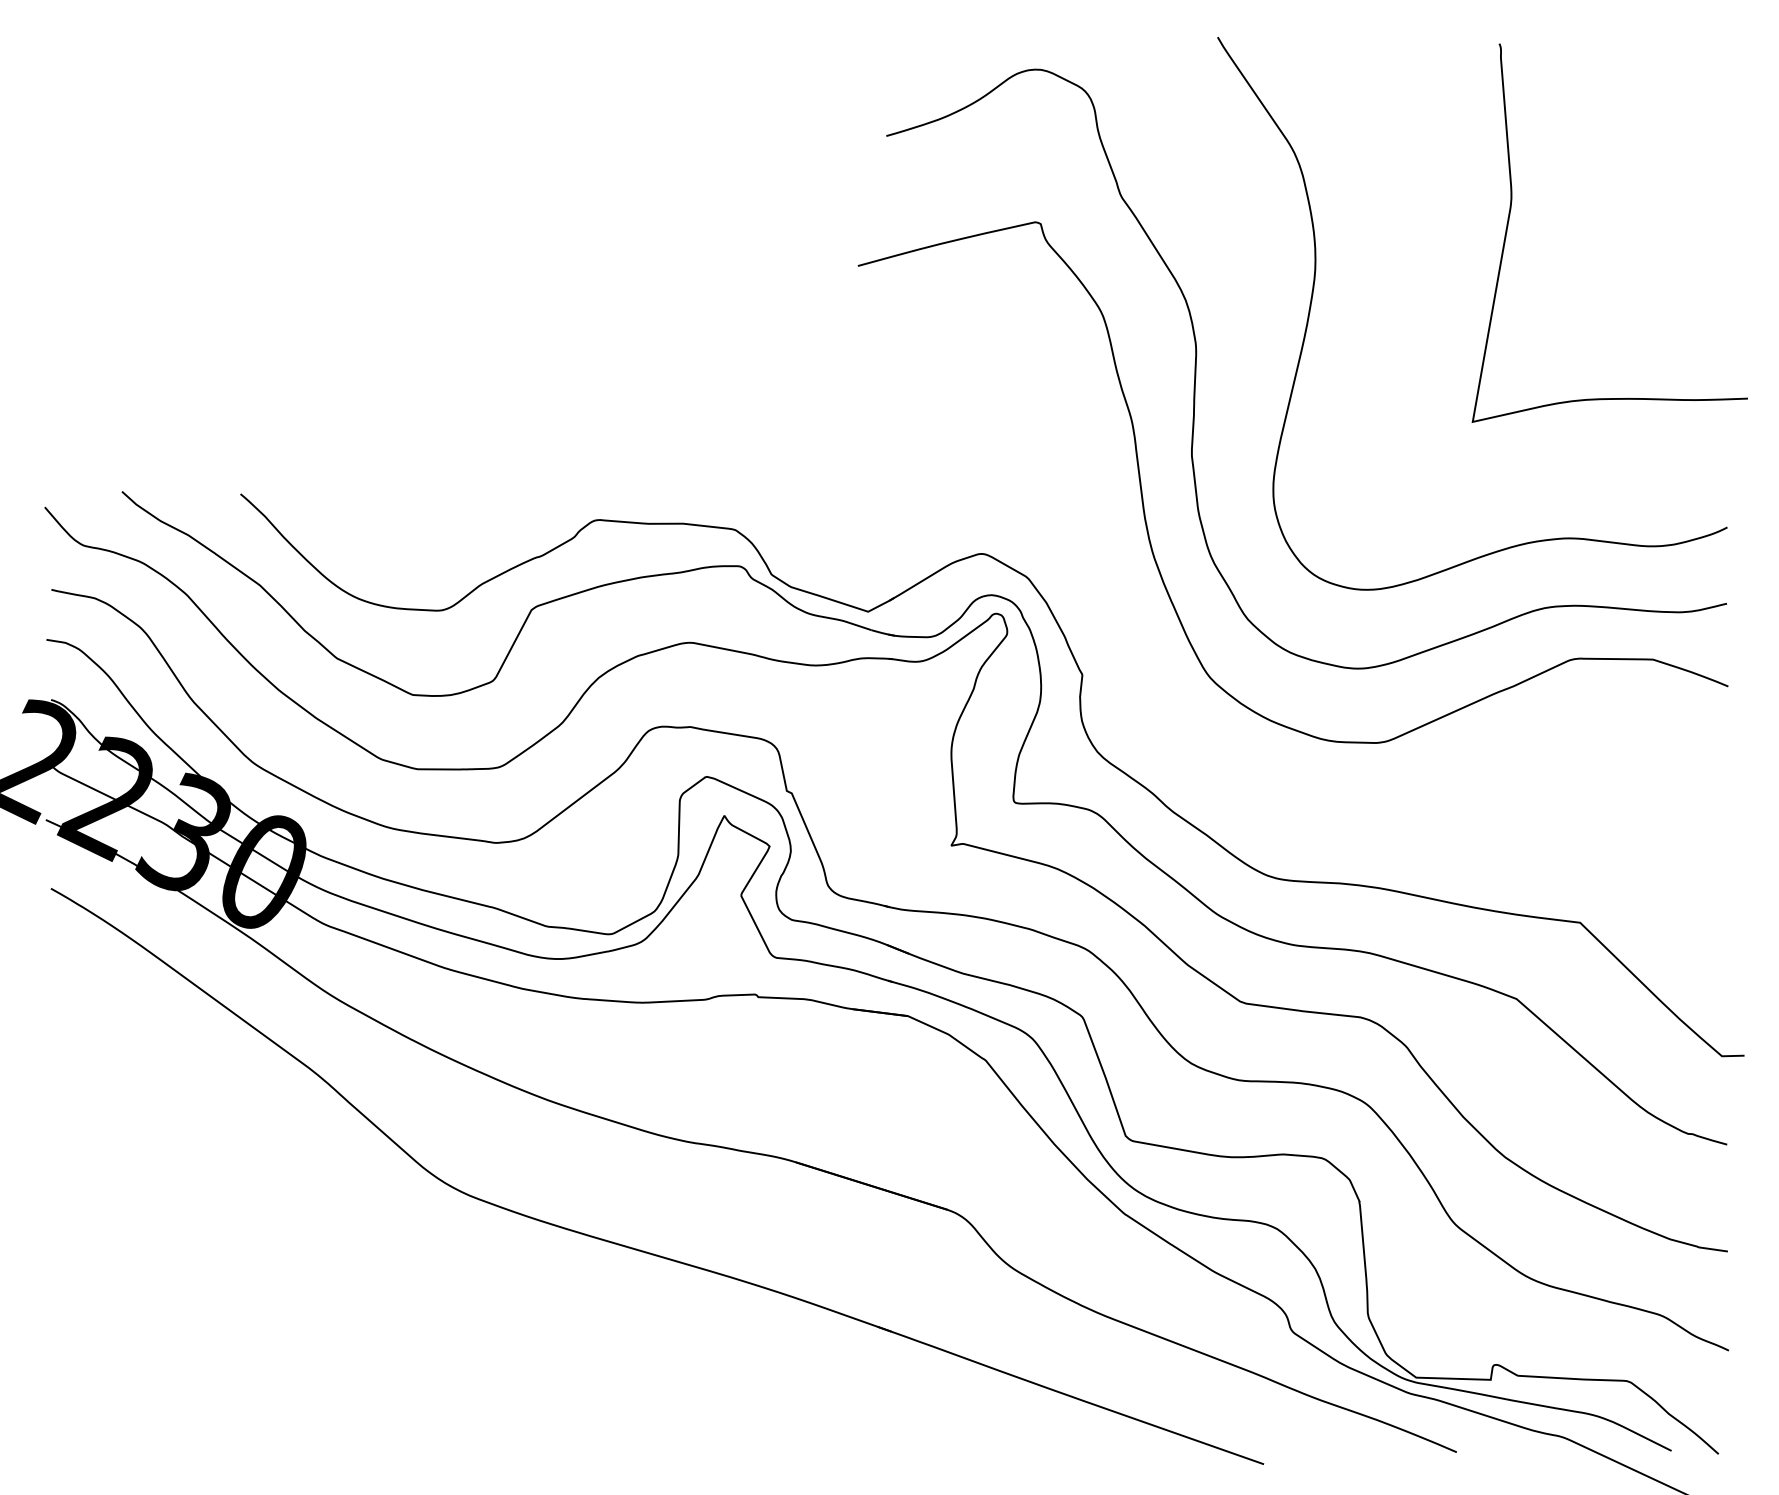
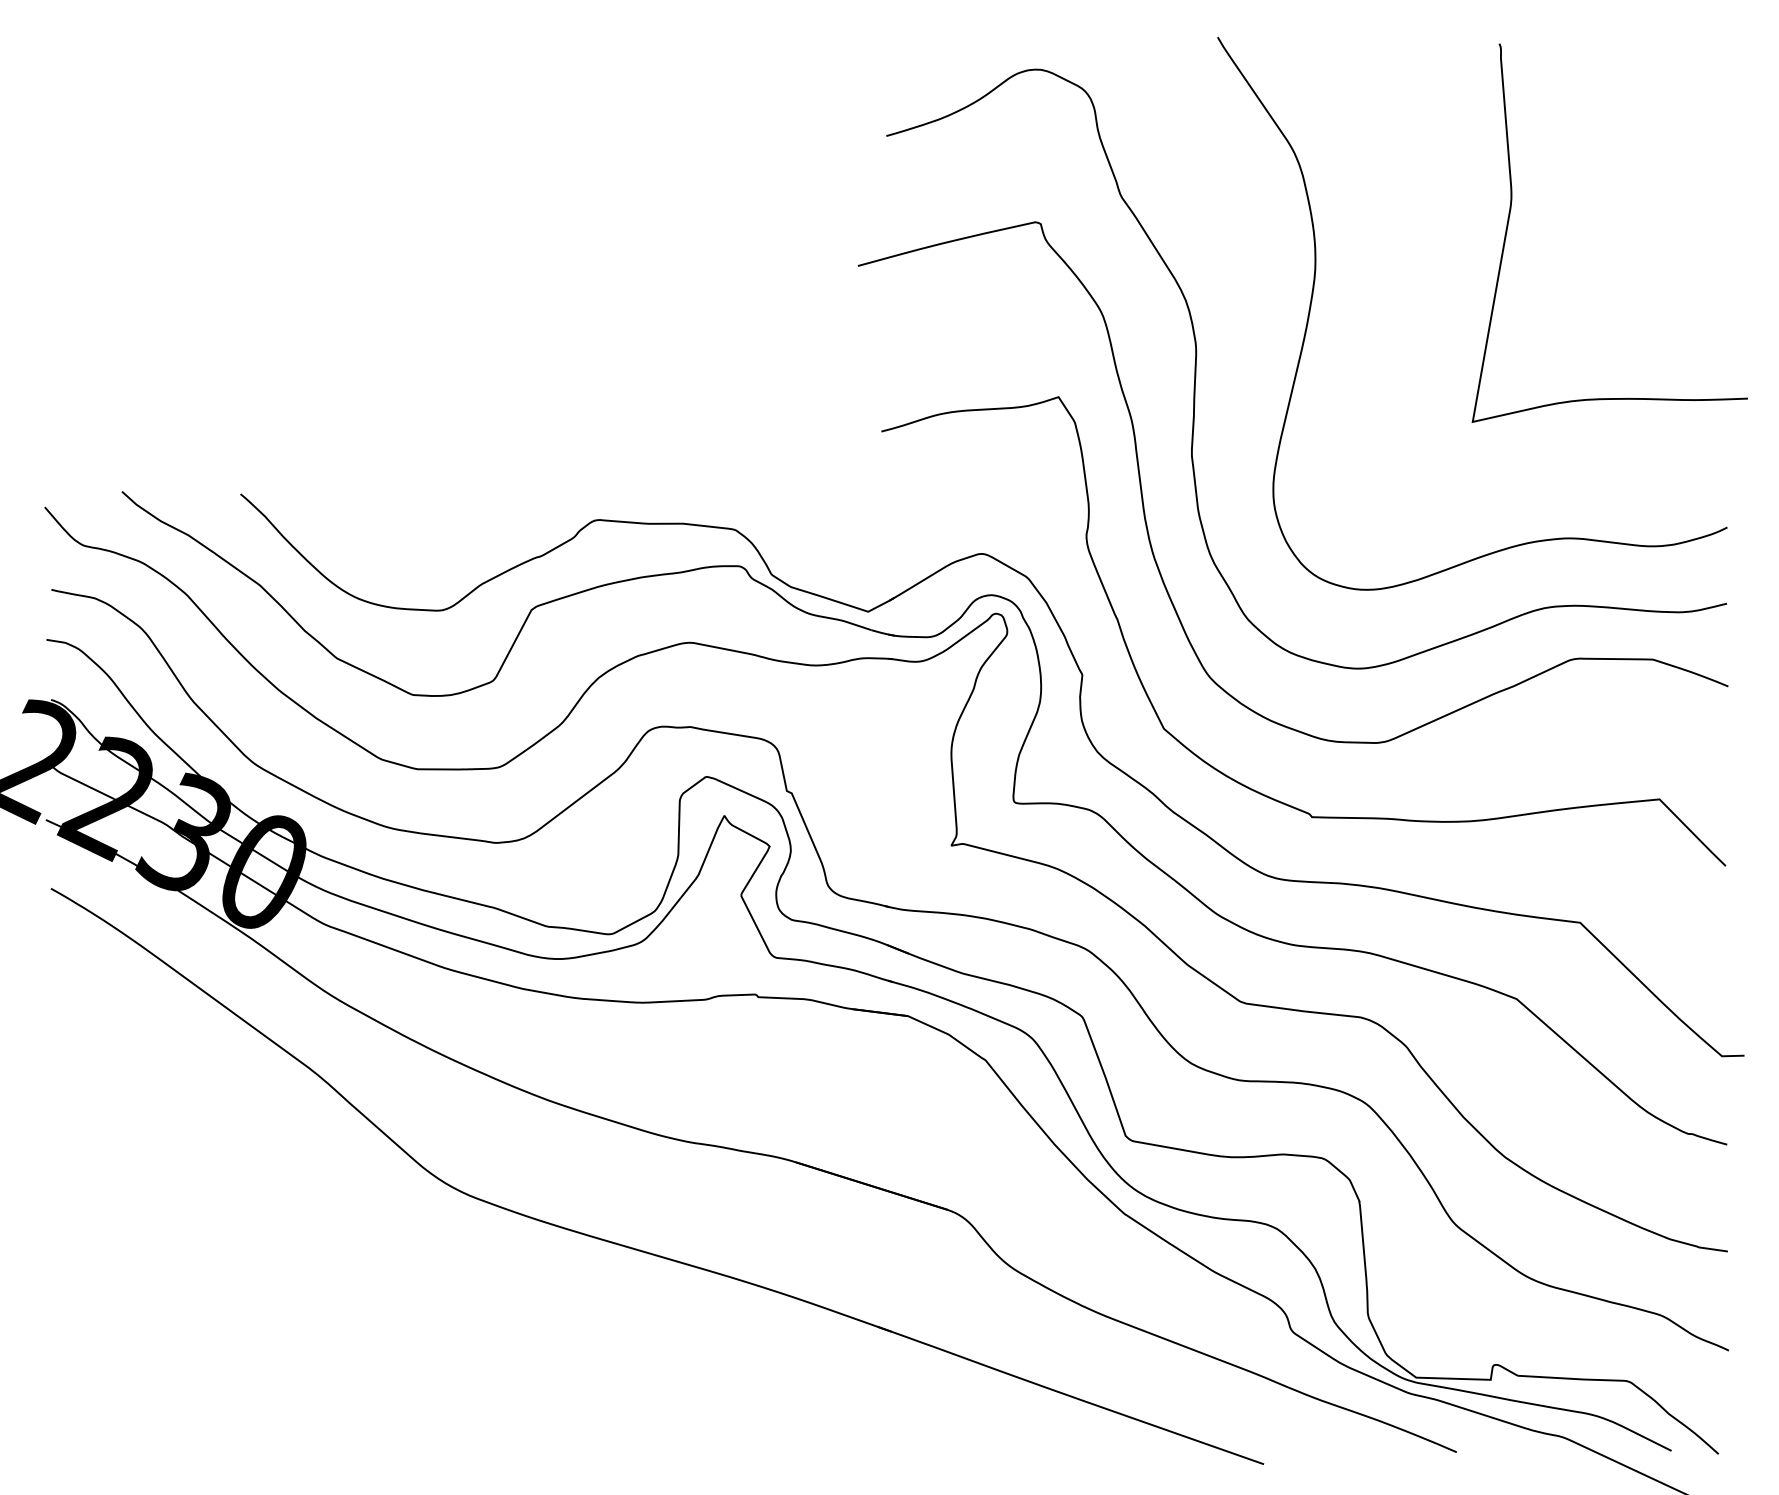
curve at (1209, 763): none -> present
